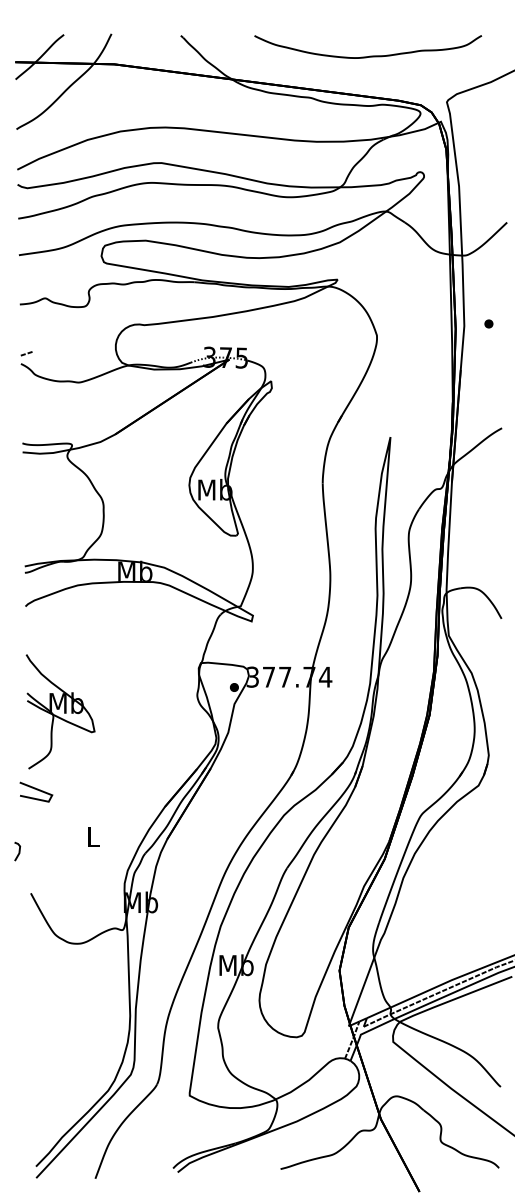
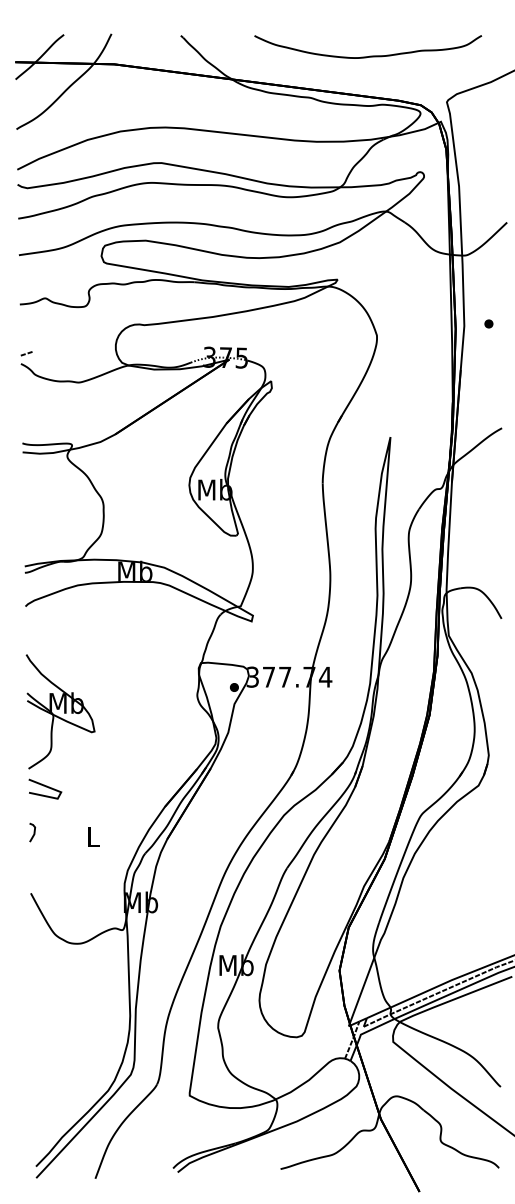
line at (36, 790) position: (36, 790) -> (45, 787)
curve at (18, 851) position: (18, 851) -> (33, 832)
